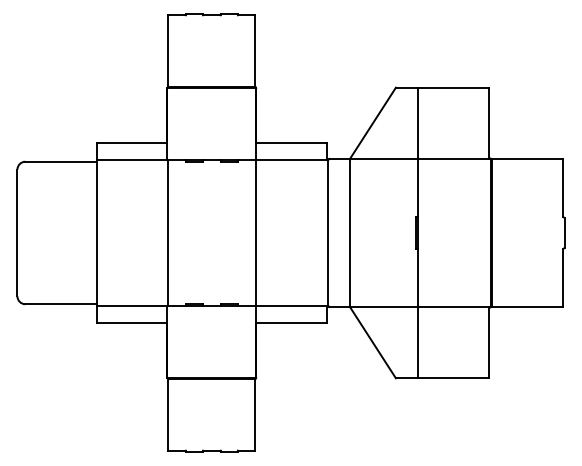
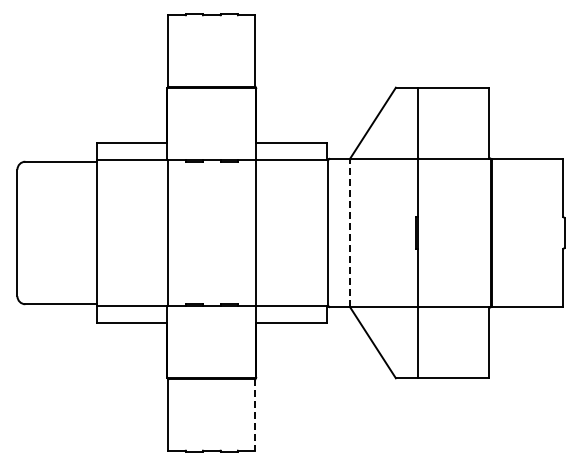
line at (349, 232): solid -> dashed
line at (255, 415): solid -> dashed
